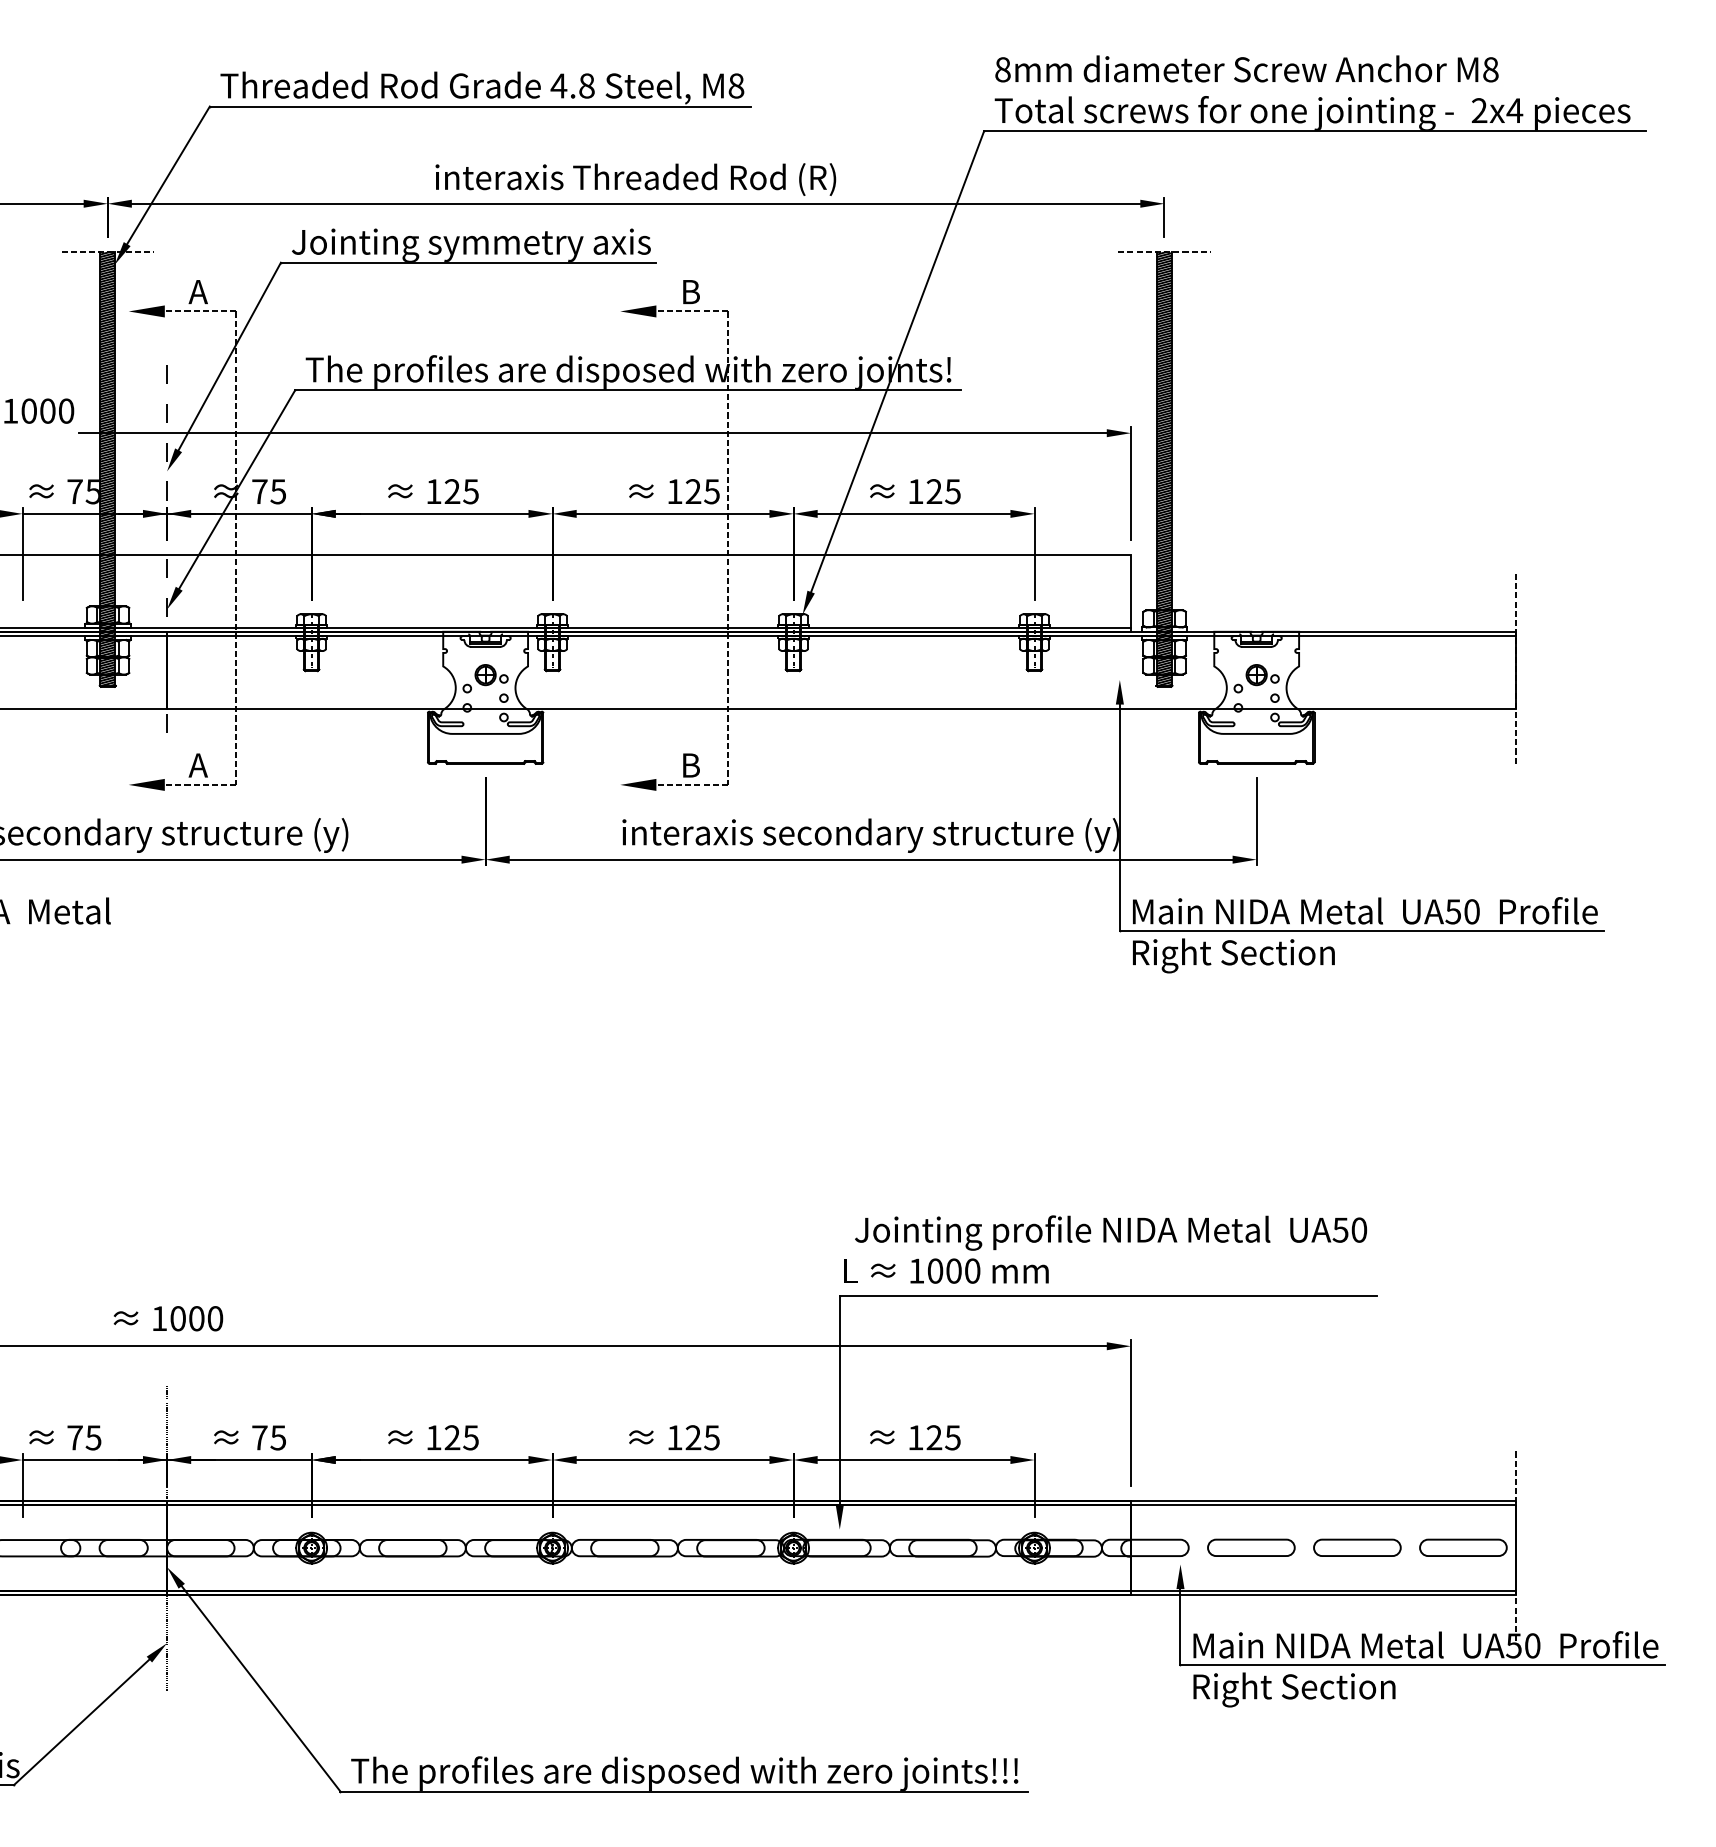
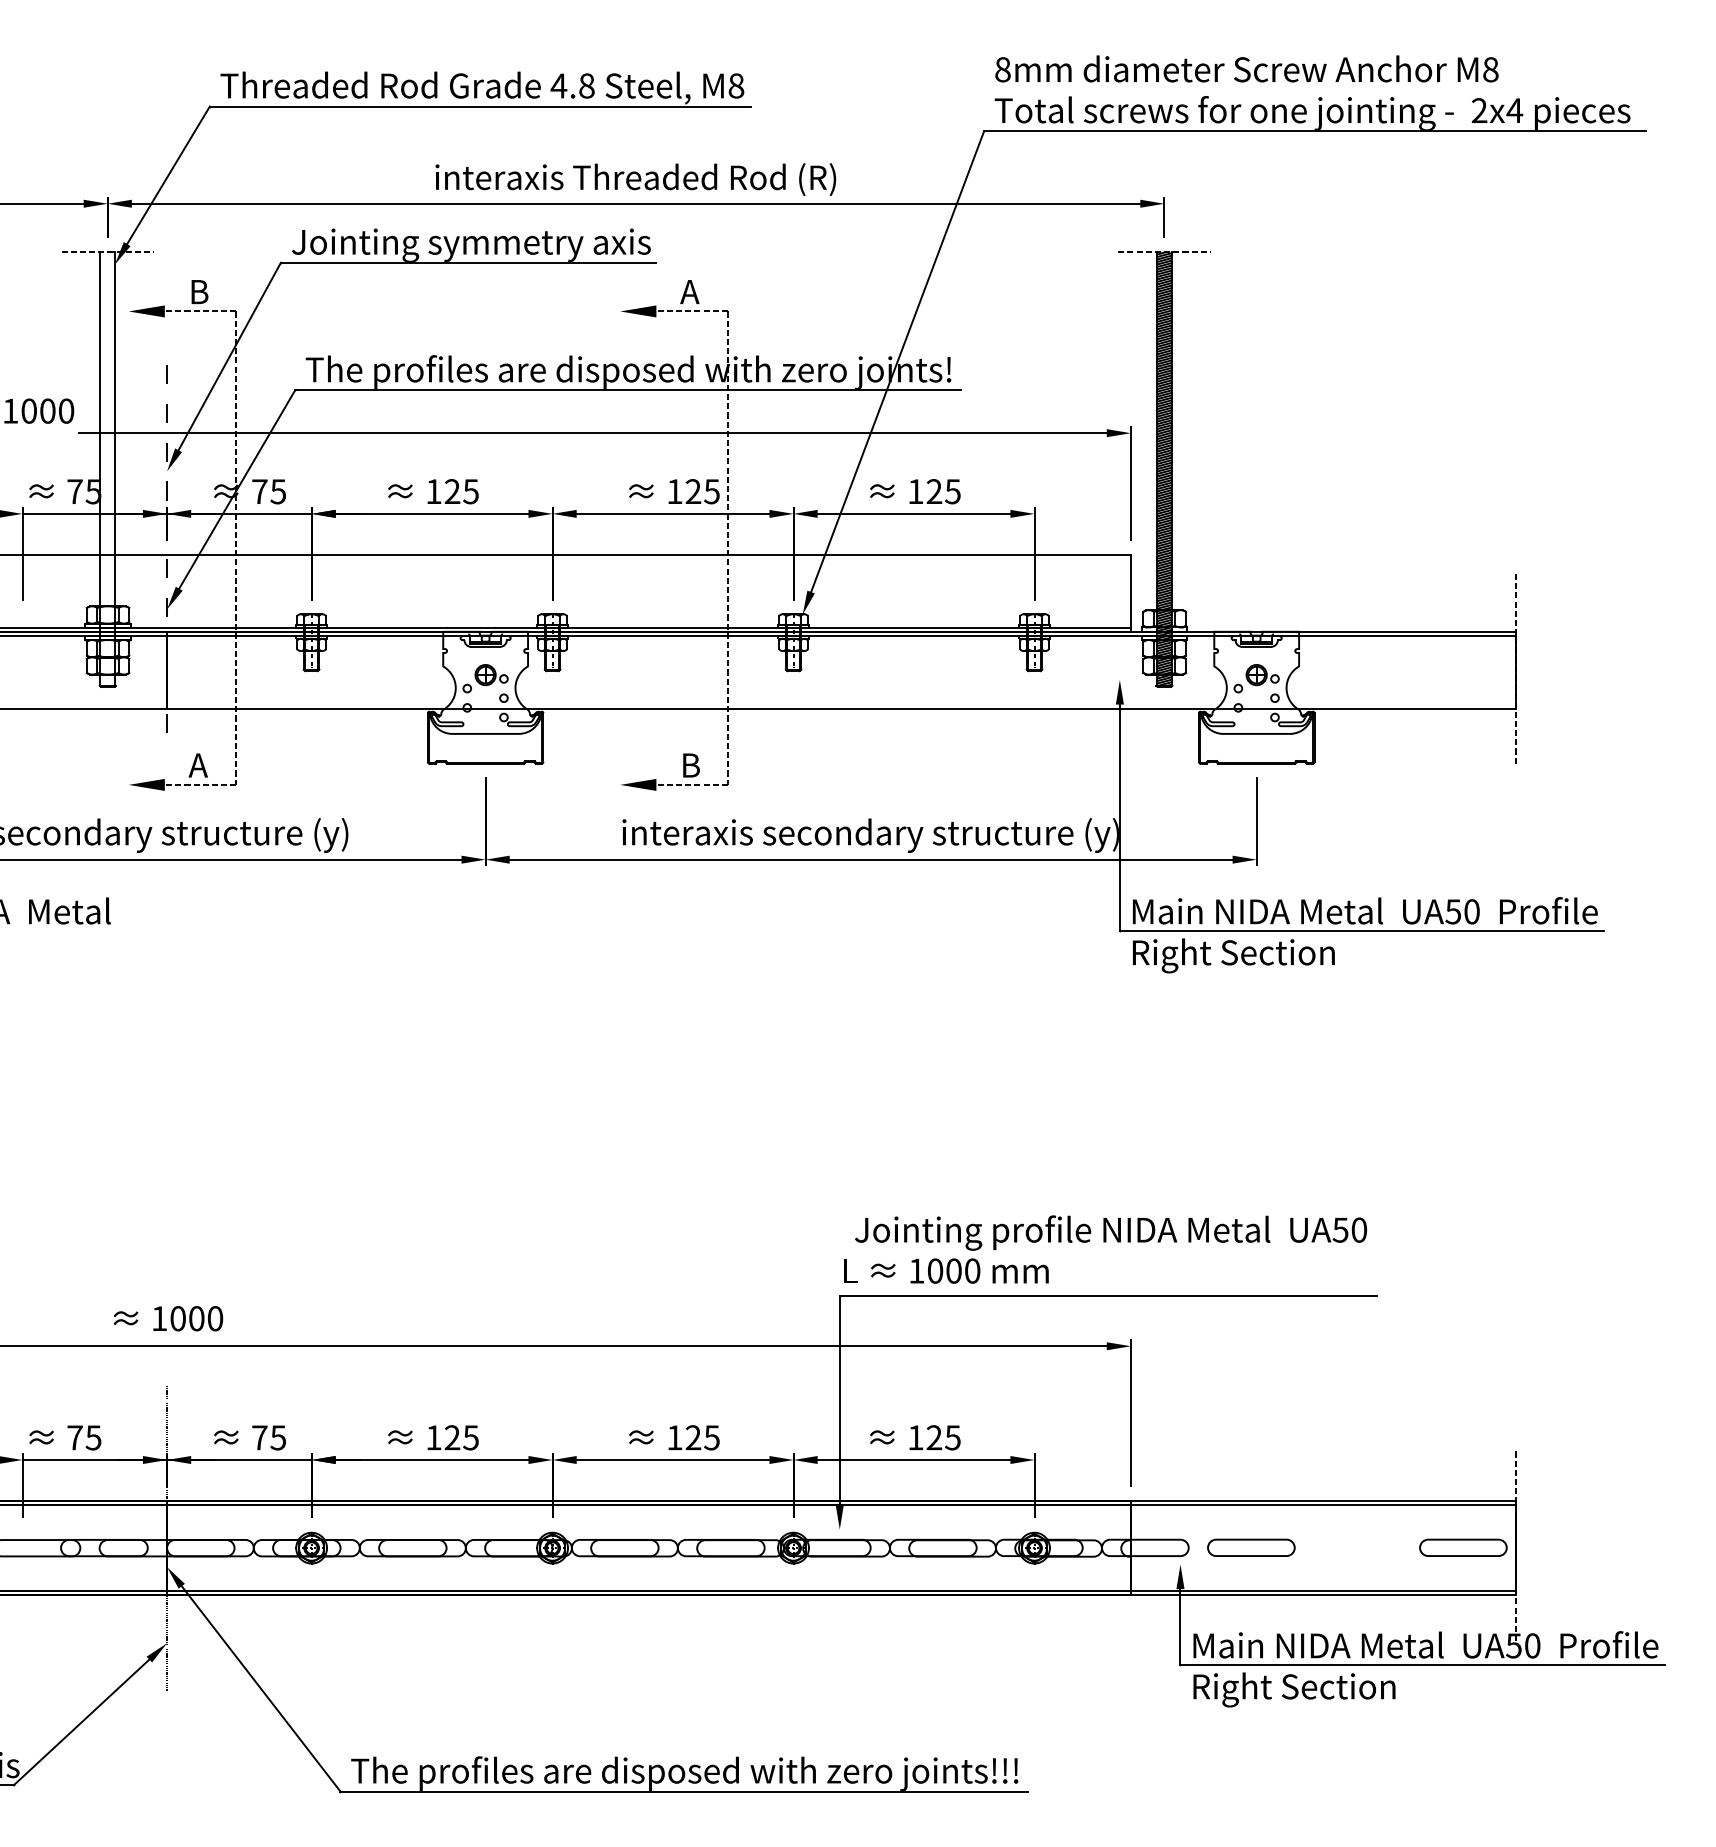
text at (198, 292): A -> B
text at (689, 292): B -> A
hatch at (107, 468): present -> none
part at (1357, 1547): present -> none
